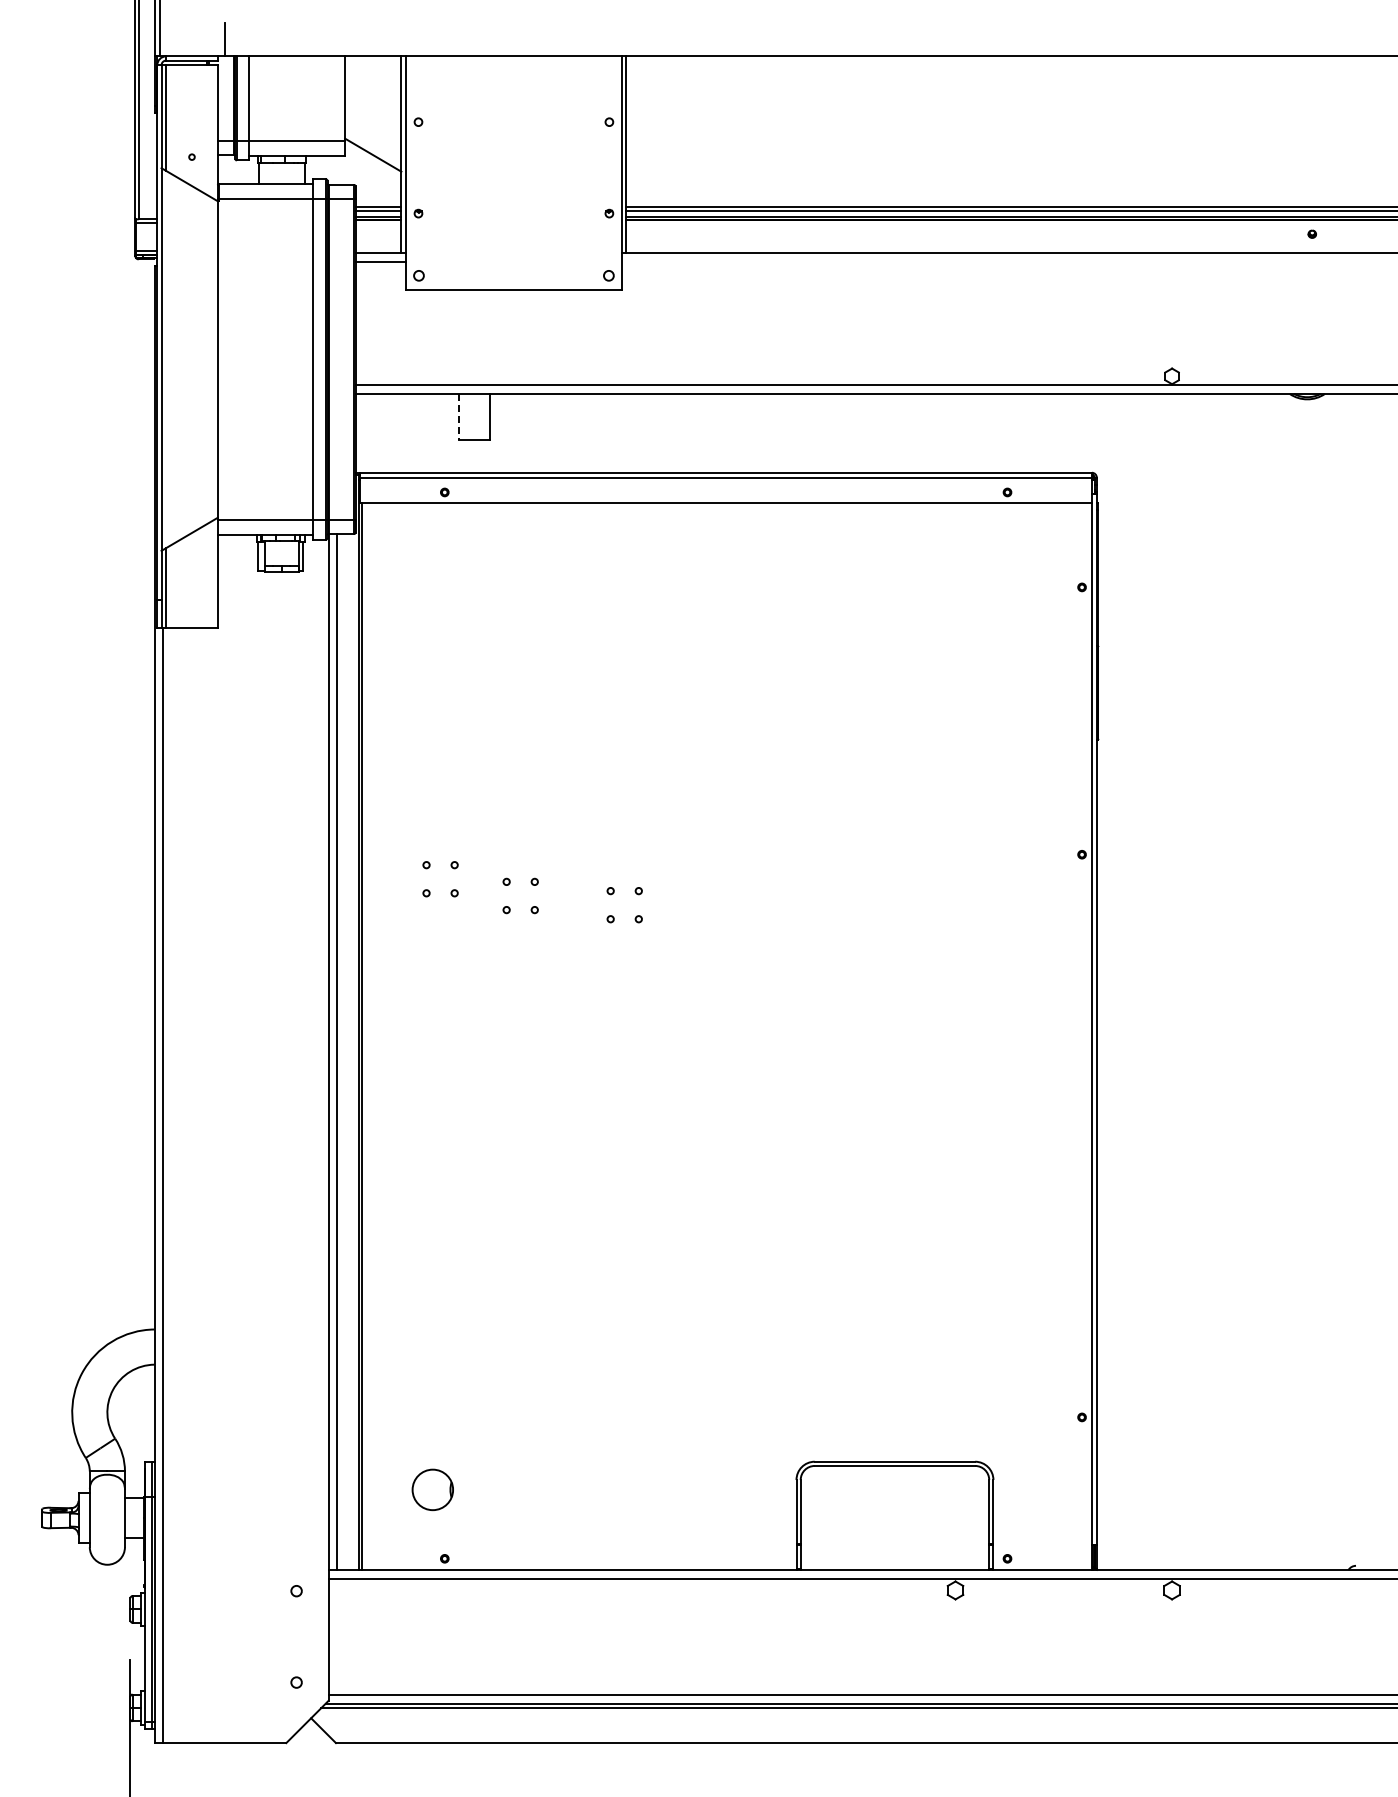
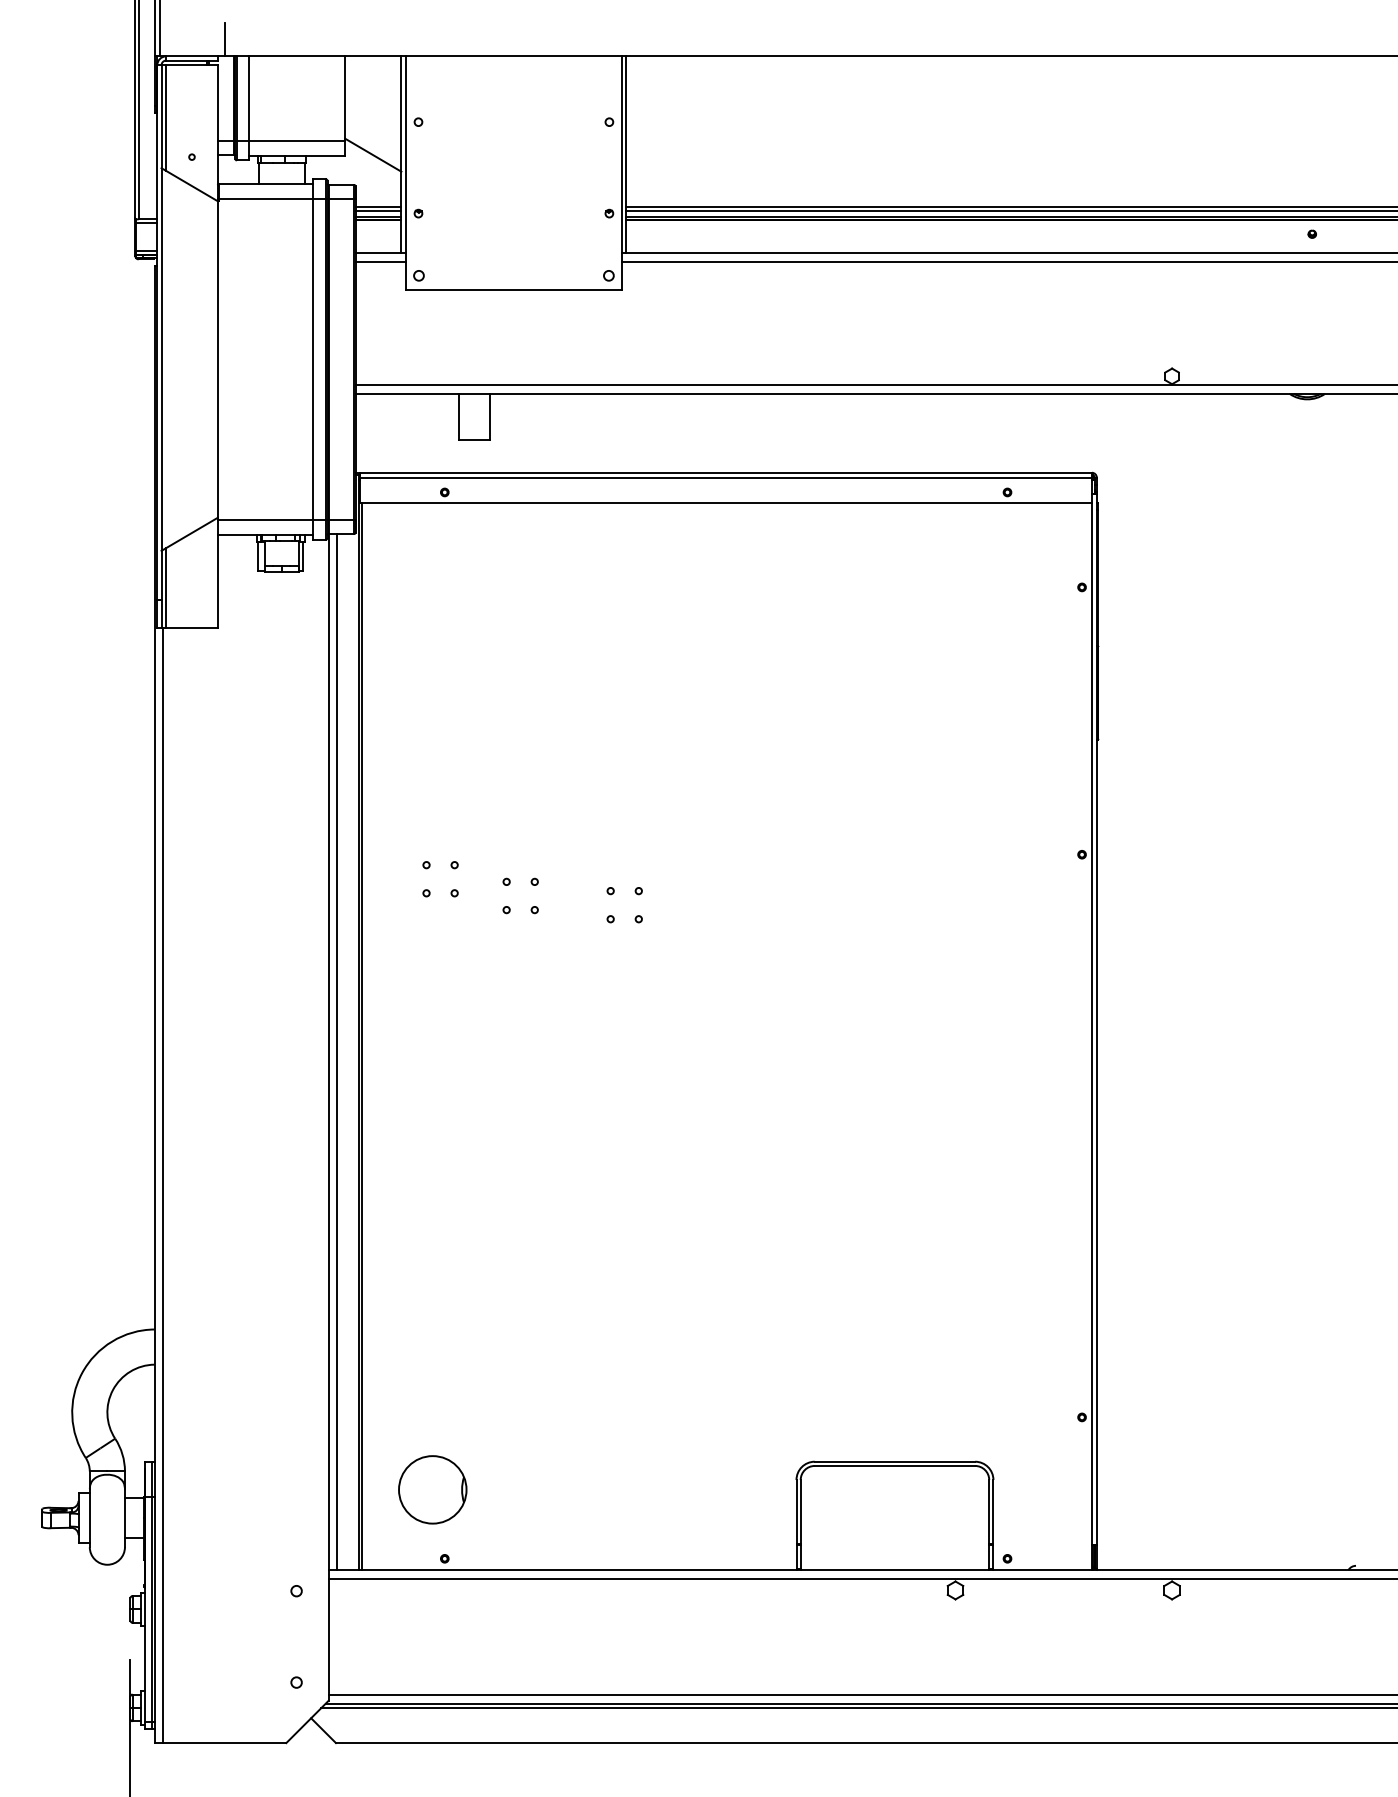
line at (1007, 262): none -> present
line at (459, 416): dashed -> solid
part at (432, 1489) size: 43x44 px -> 70x70 px
